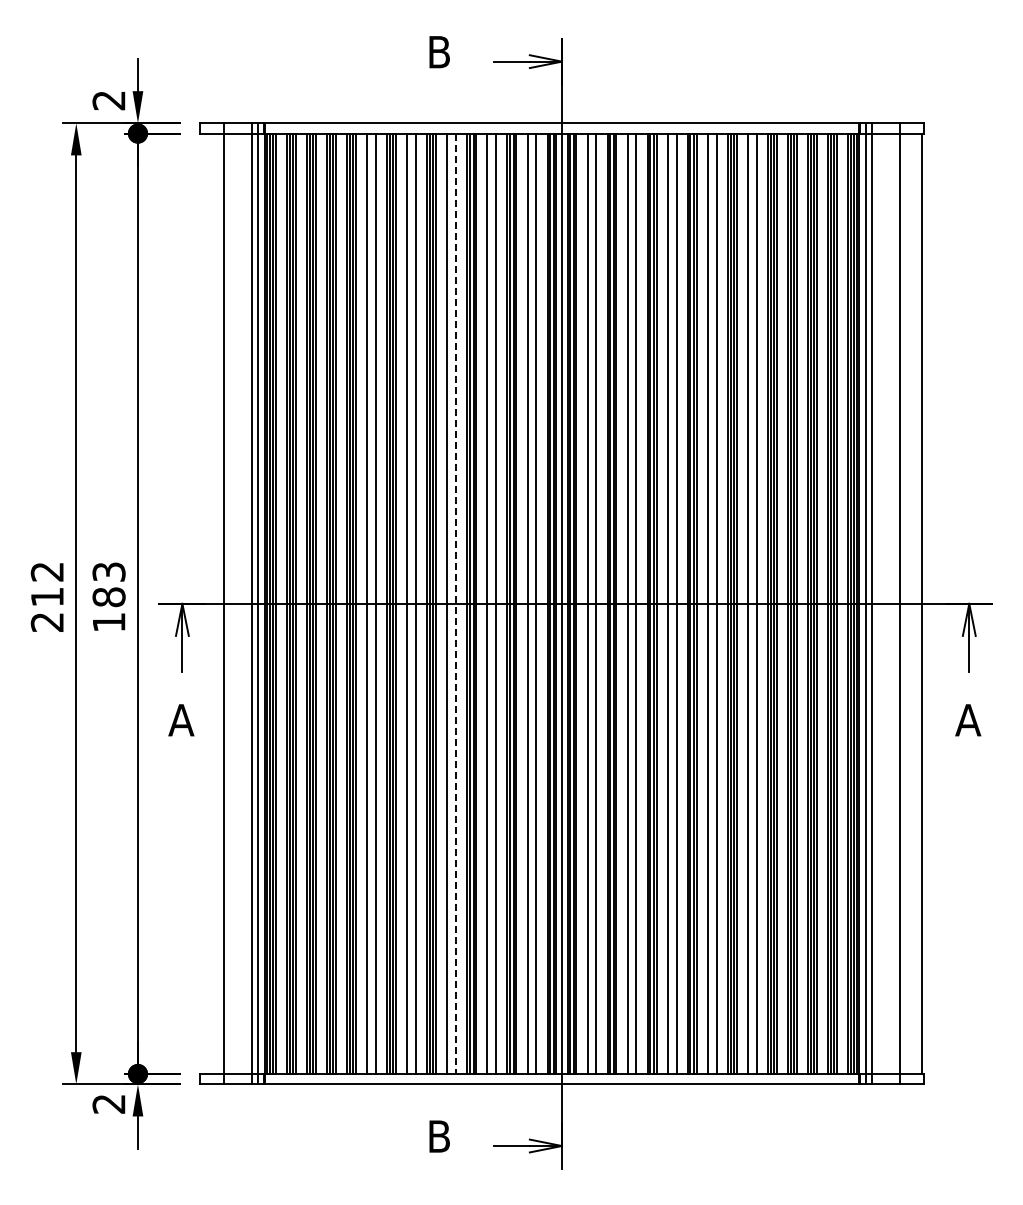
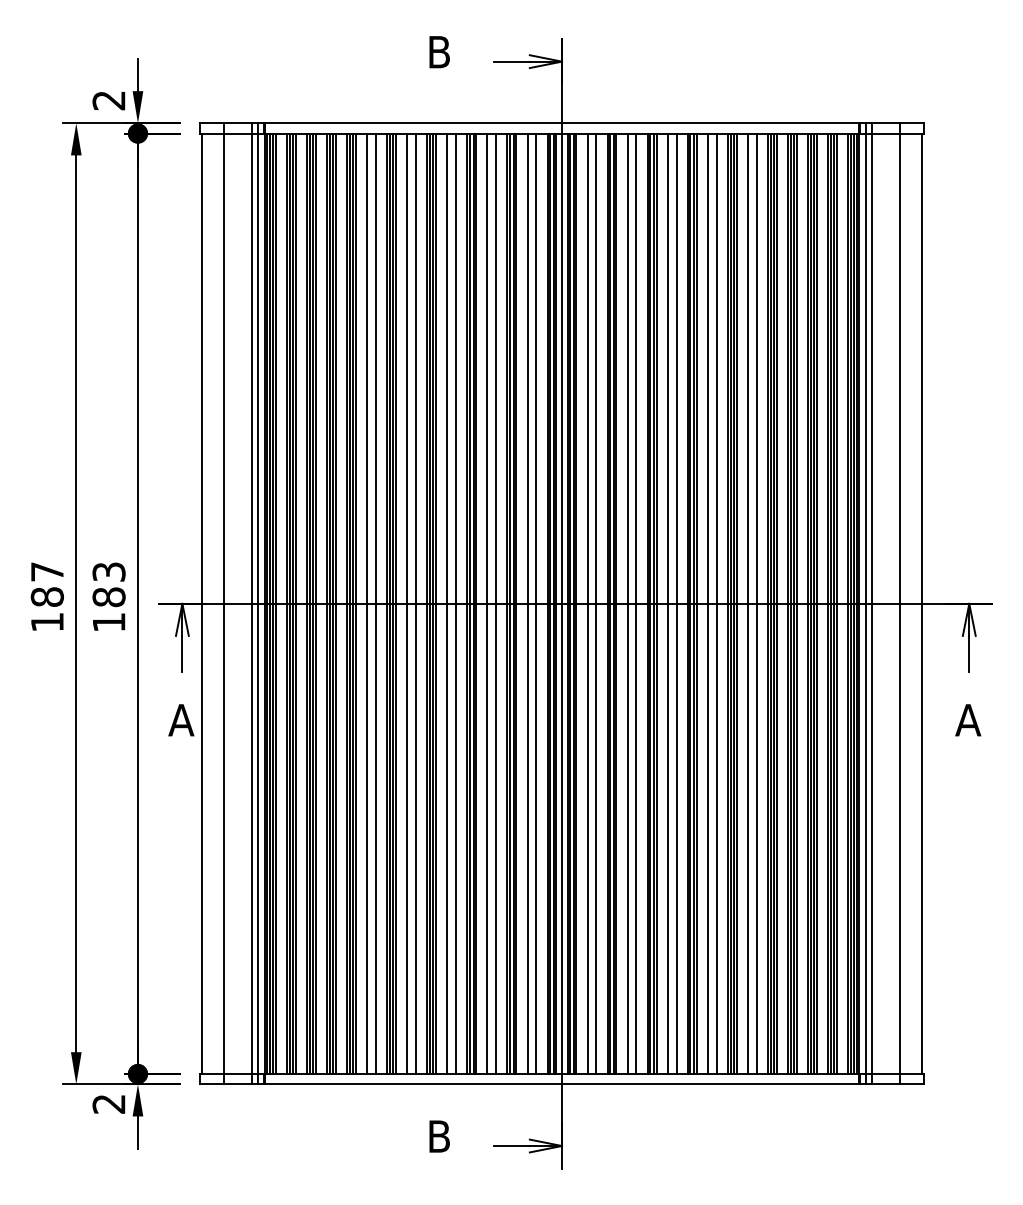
text at (46, 596): 212 -> 187
line at (202, 603): none -> present
line at (456, 604): dashed -> solid
